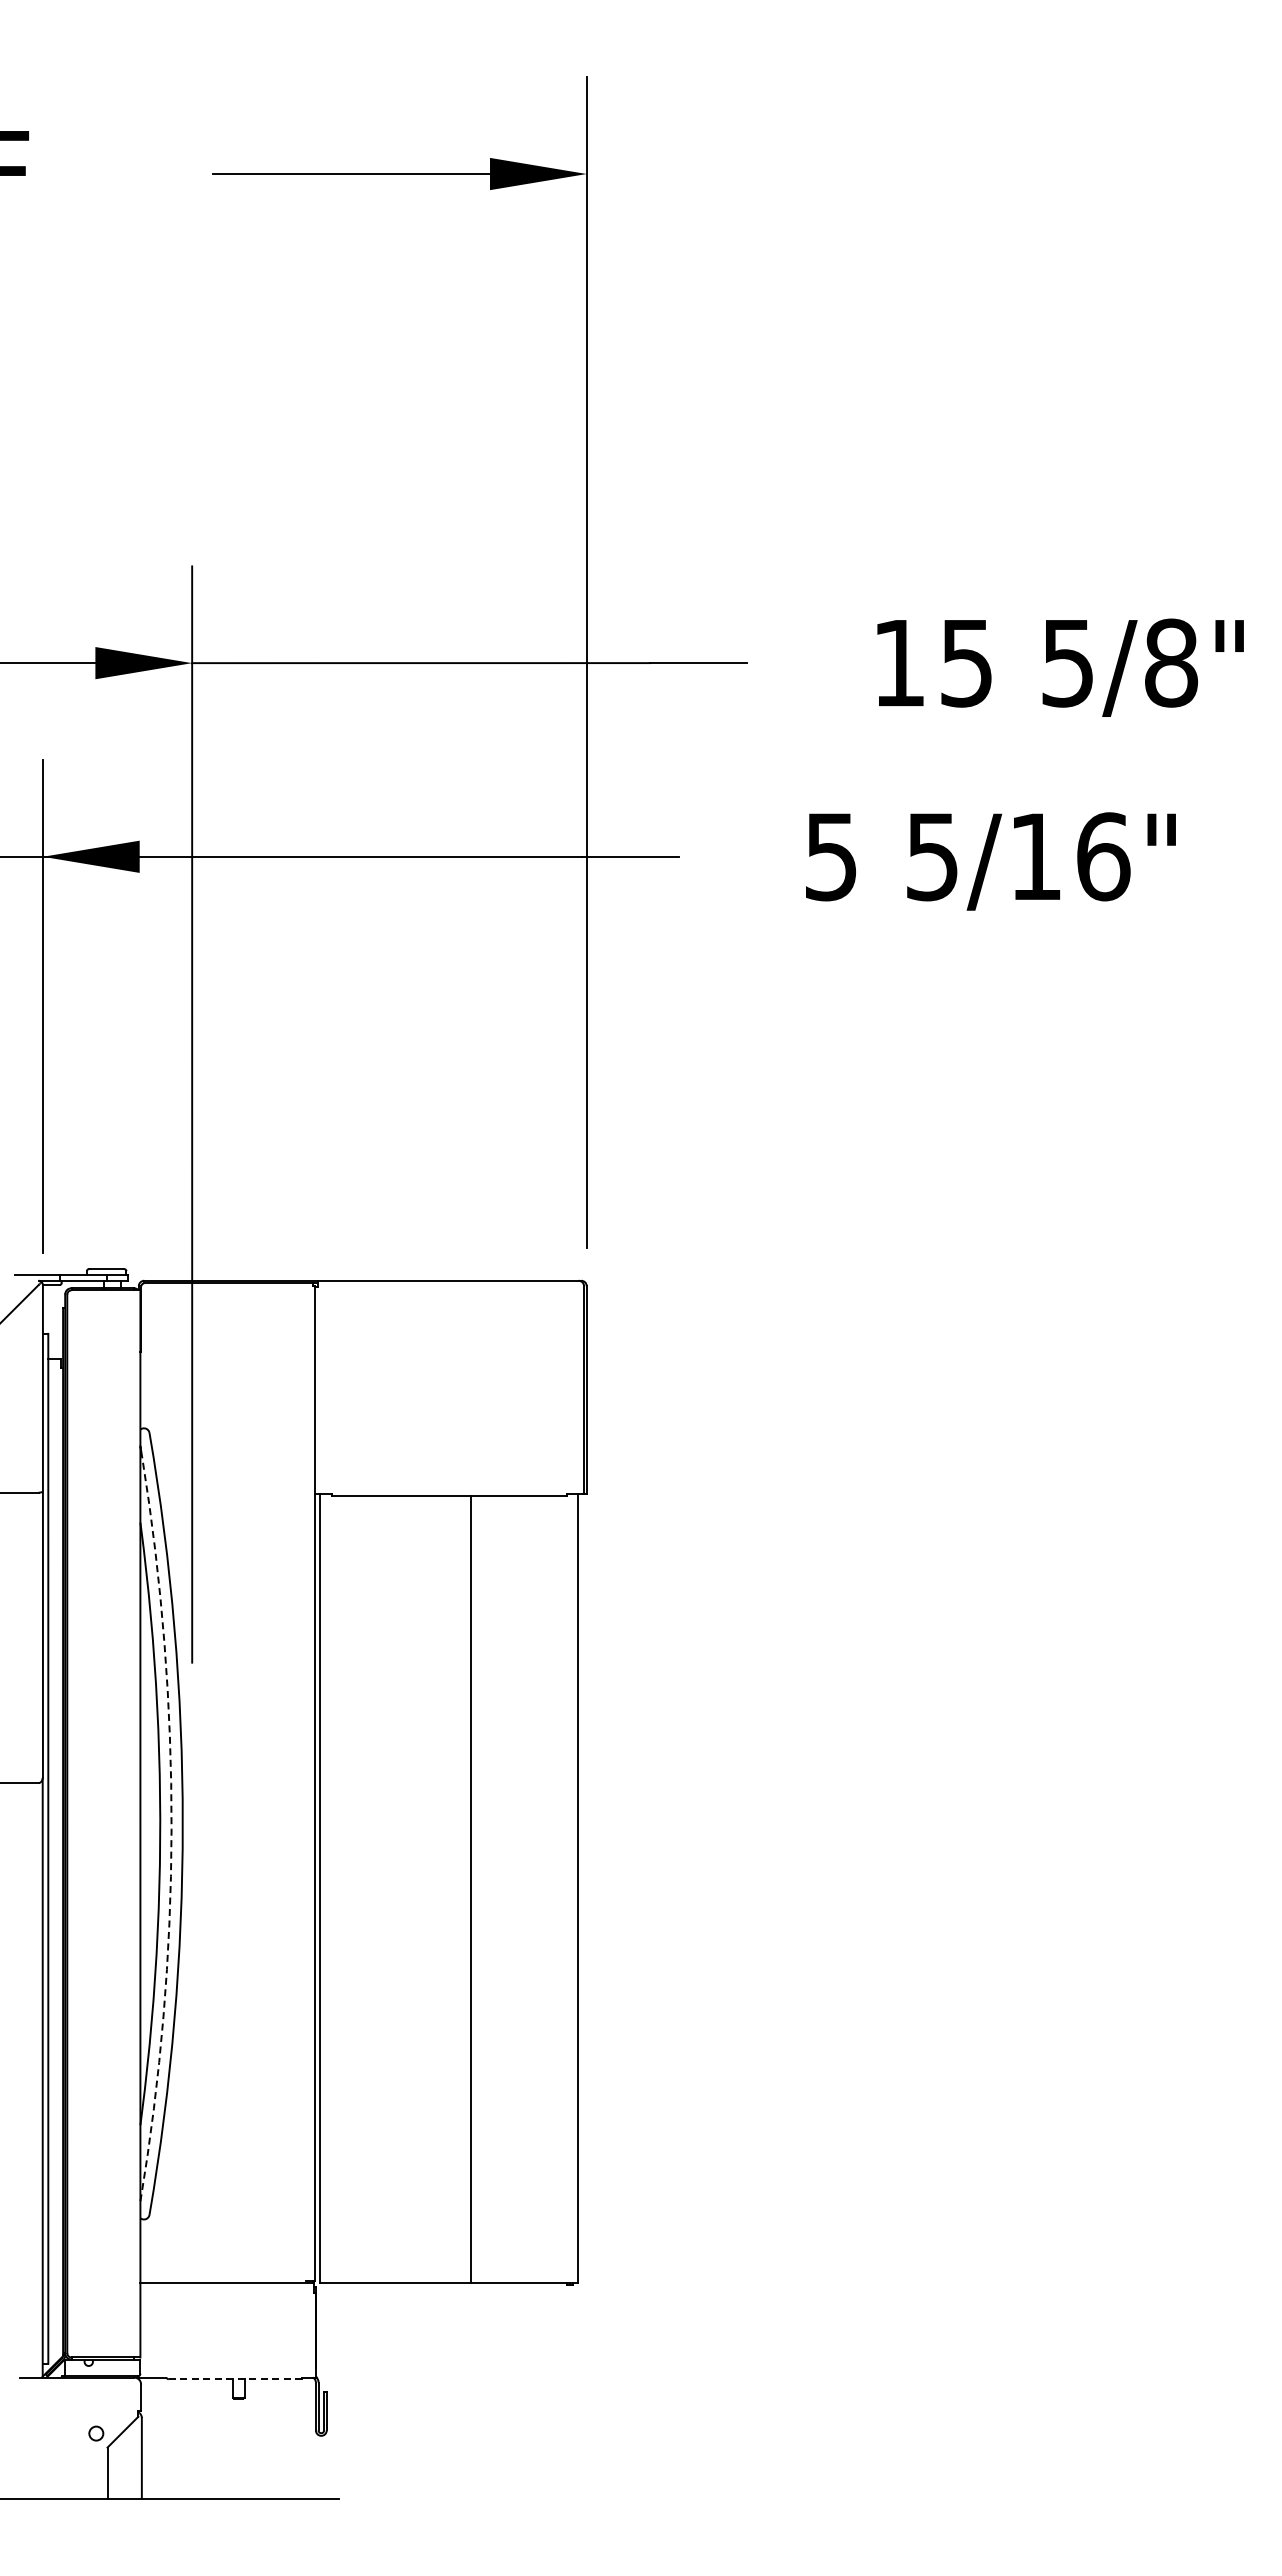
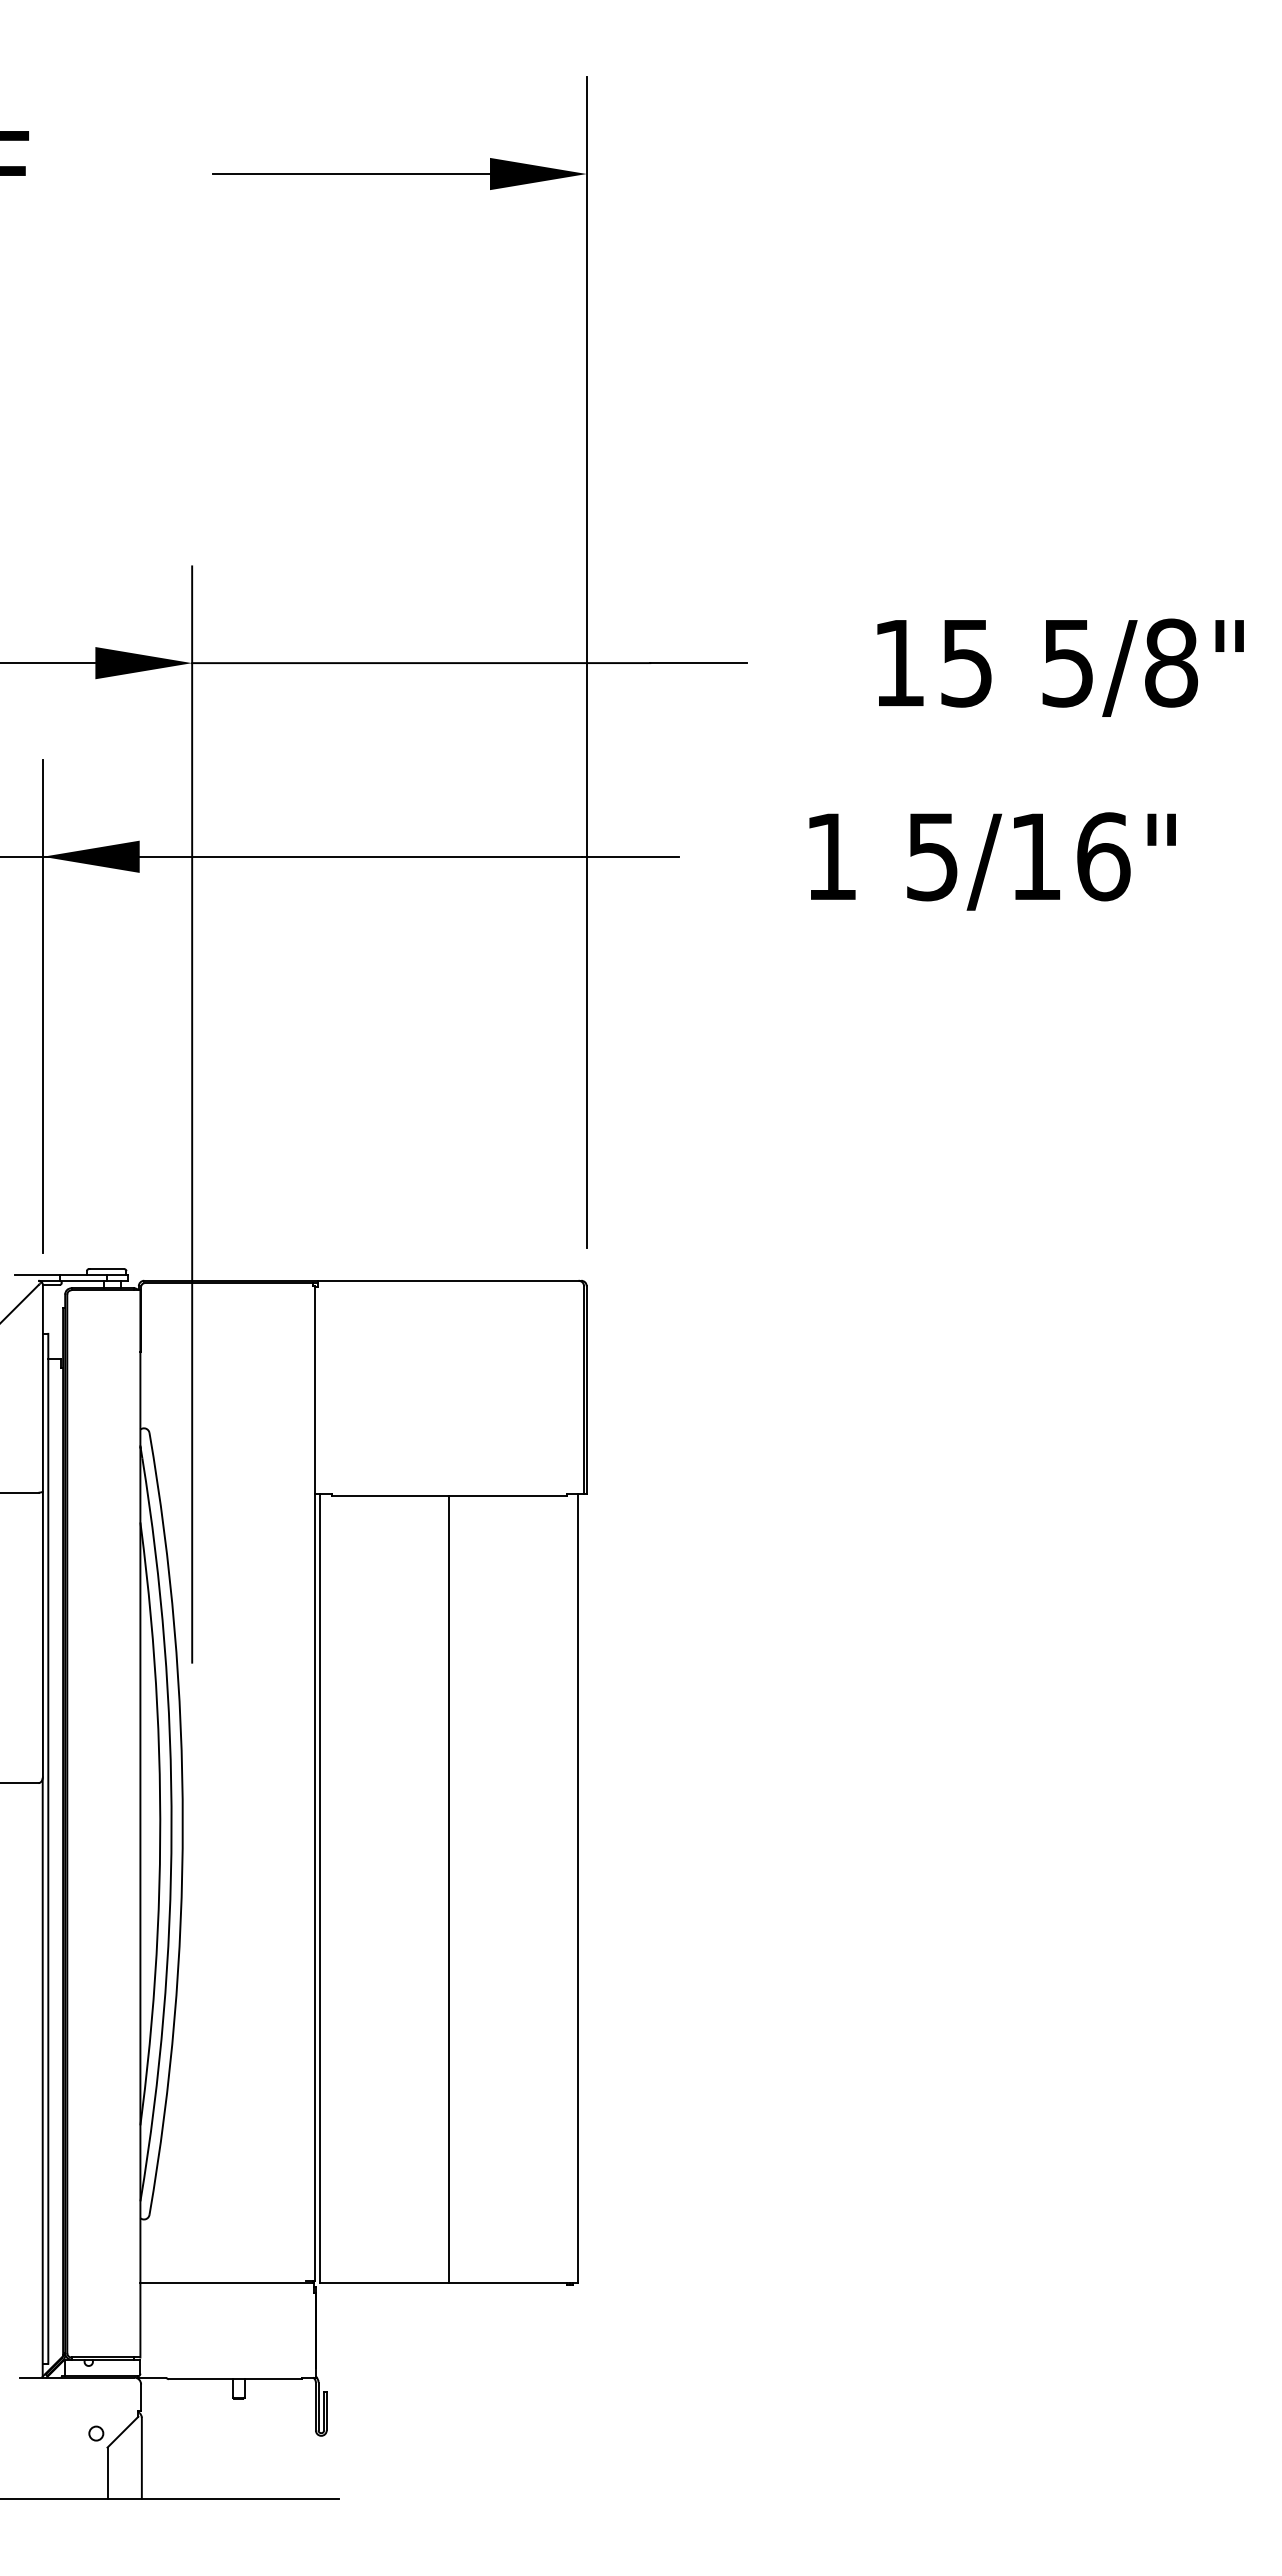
text at (831, 857): 5 -> 1
arc at (171, 1829): dashed -> solid
line at (471, 1889) position: (471, 1889) -> (449, 1889)
line at (235, 2379): dashed -> solid
